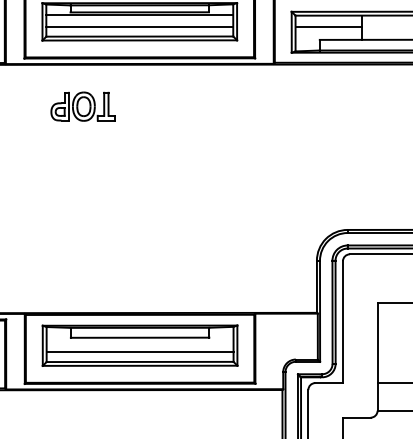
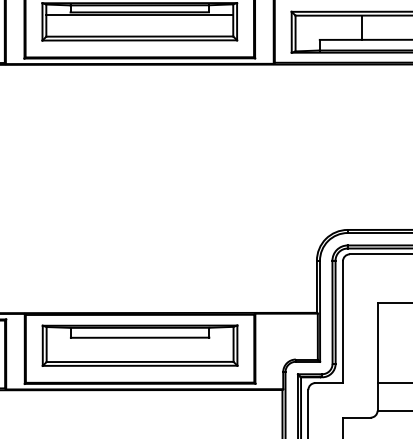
line at (139, 26): present -> none
line at (328, 26): present -> none
part at (82, 106): present -> none
line at (139, 352): present -> none
